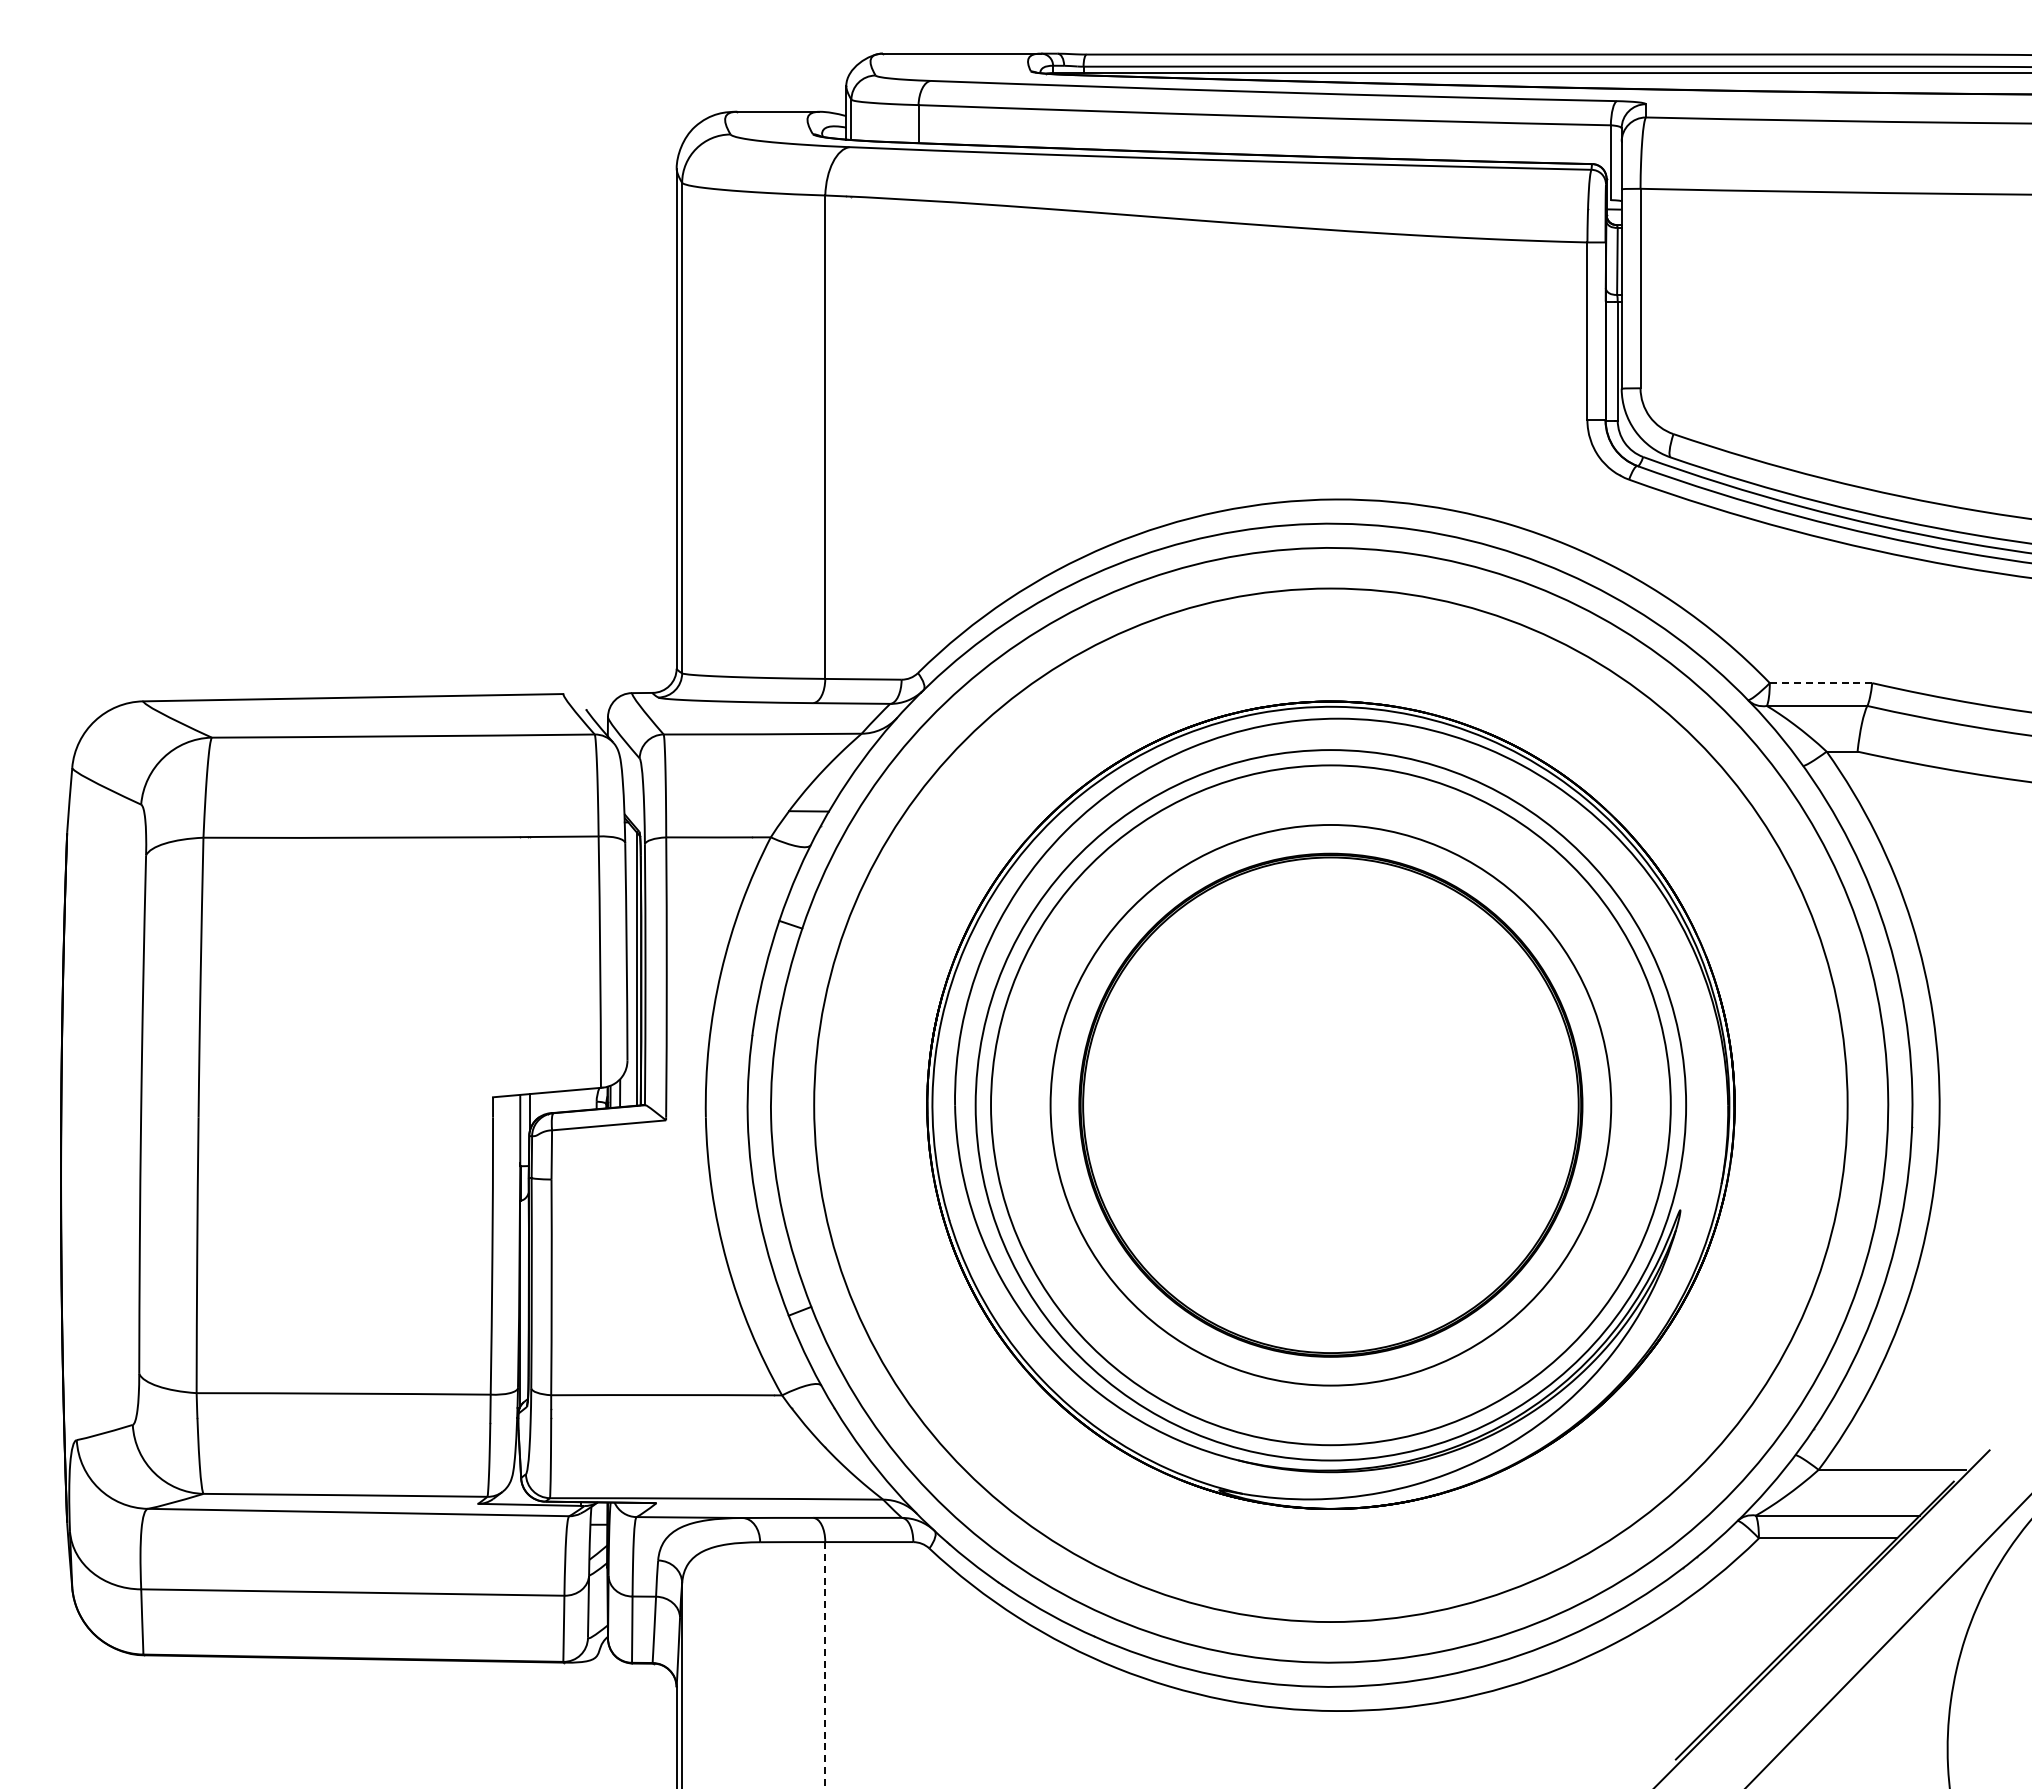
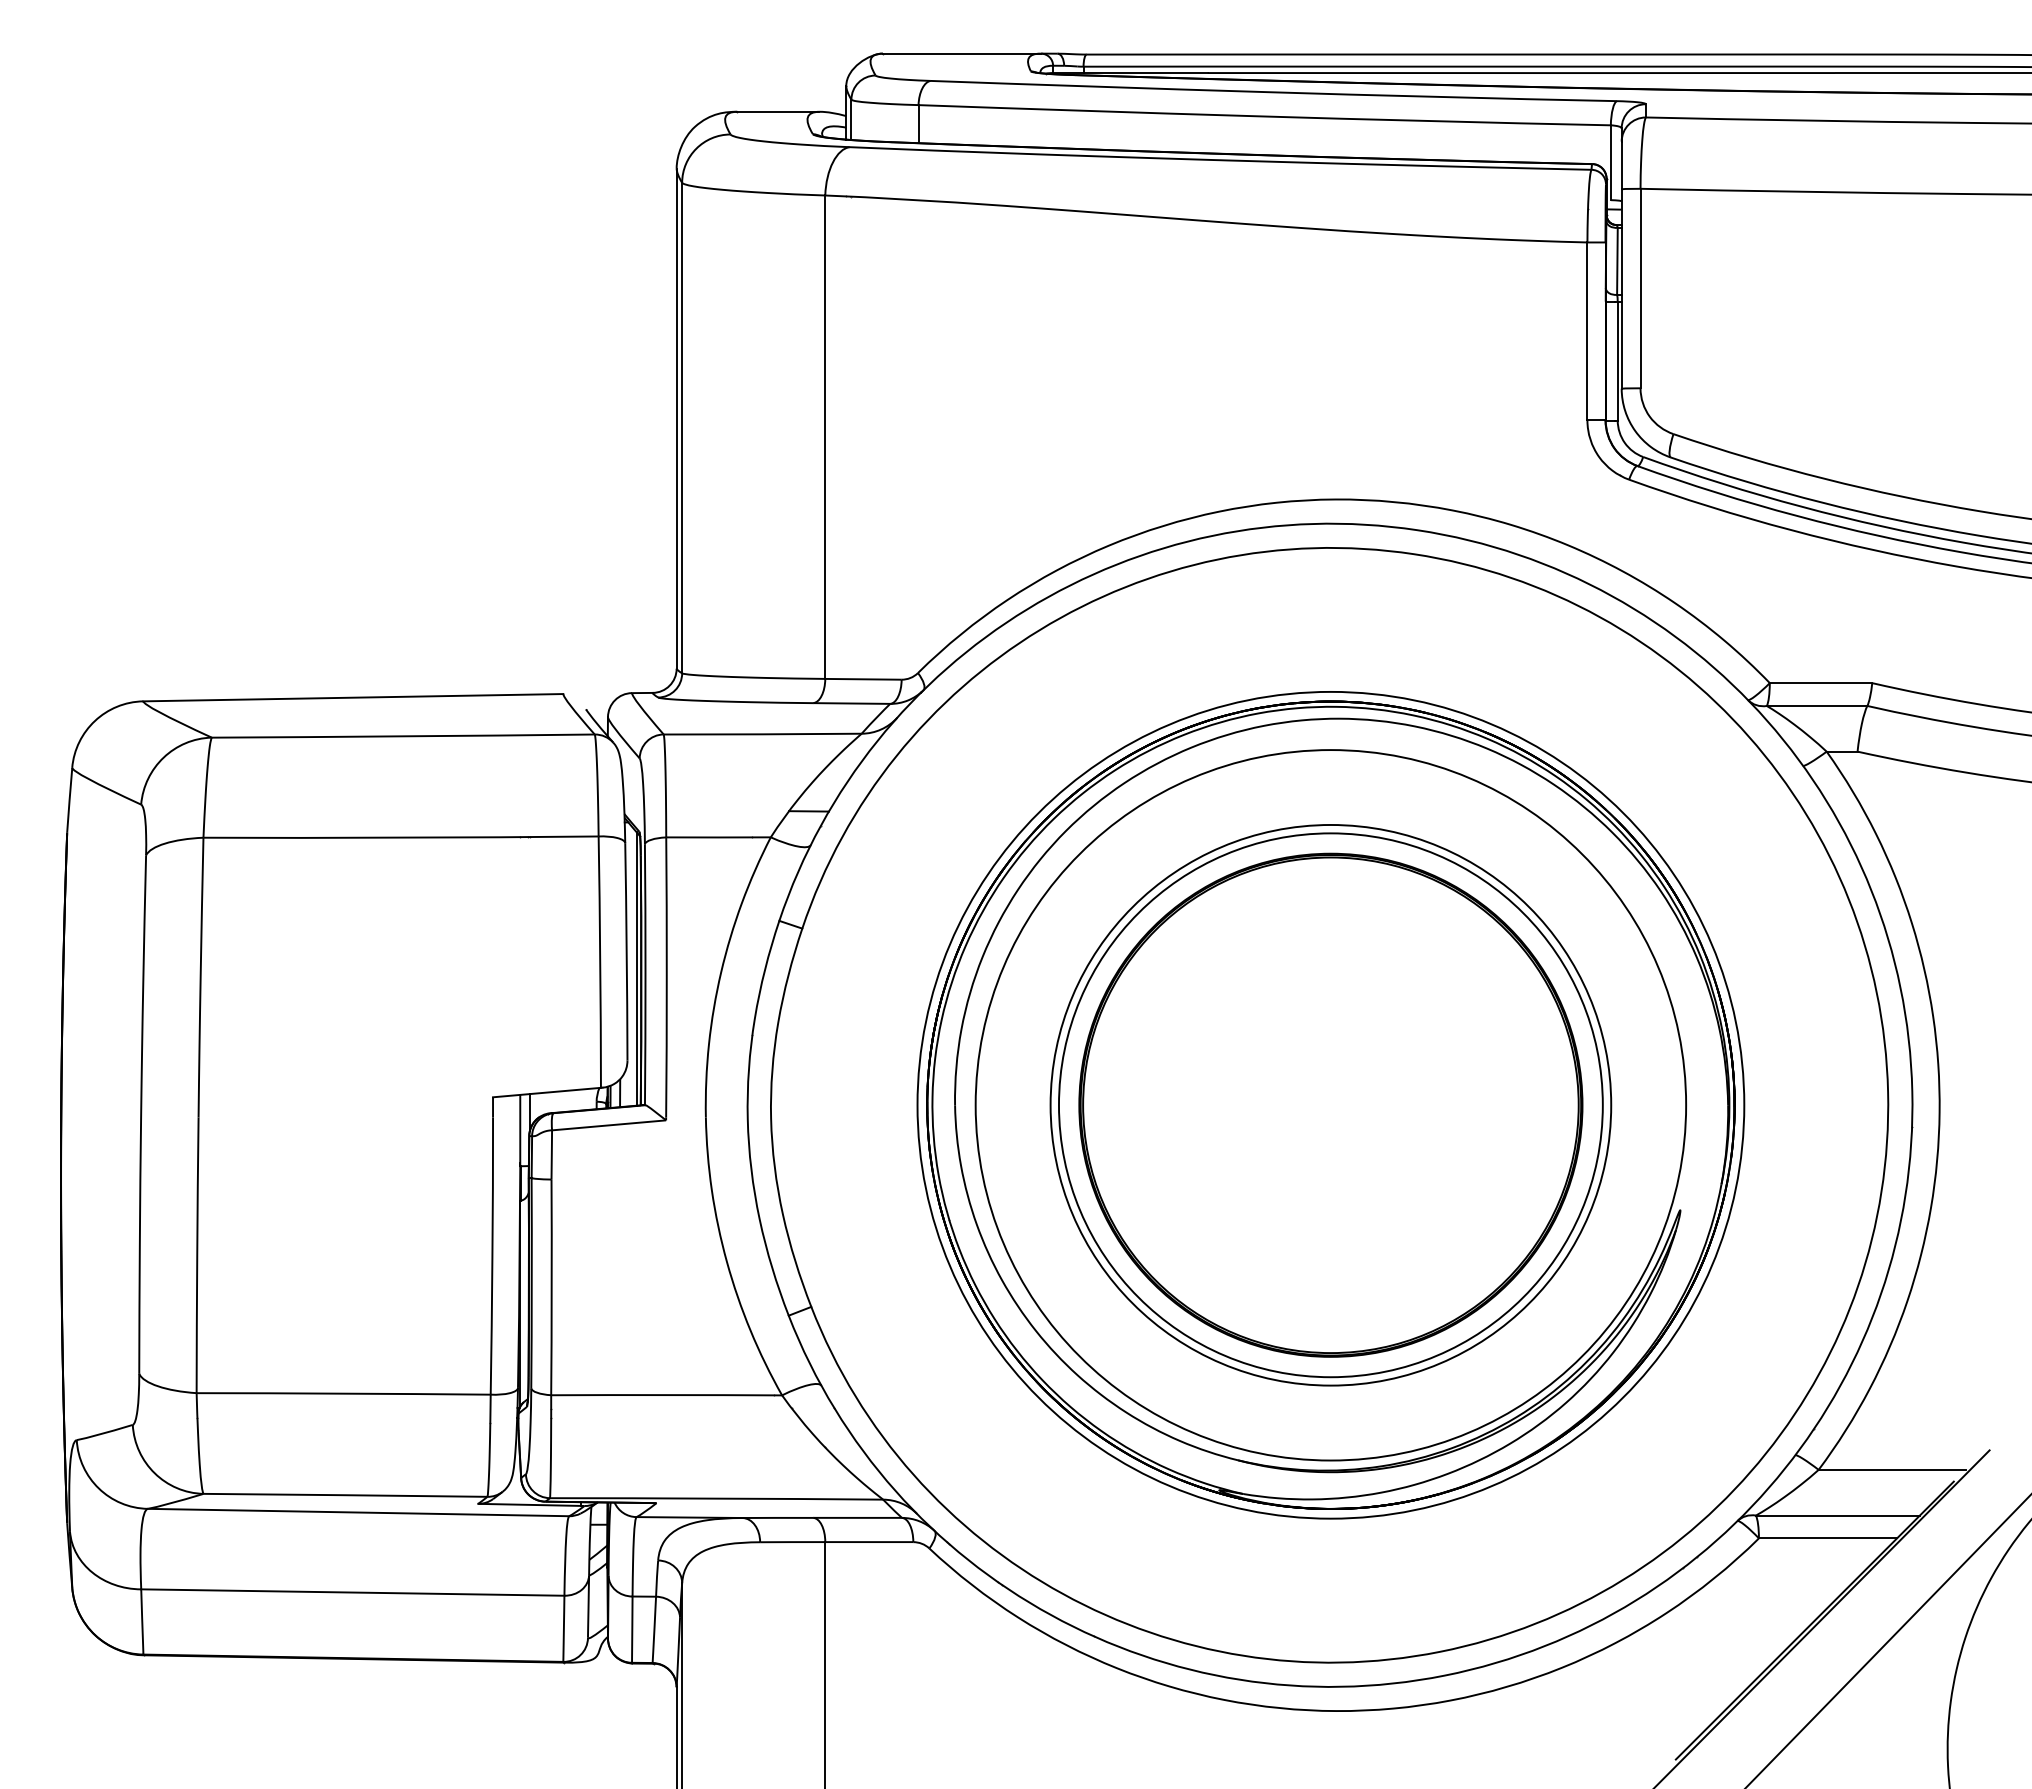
line at (1820, 683): dashed -> solid
circle at (1330, 1105) diameter: 1033 px -> 827 px
circle at (1330, 1105) diameter: 680 px -> 544 px
line at (825, 1665): dashed -> solid
